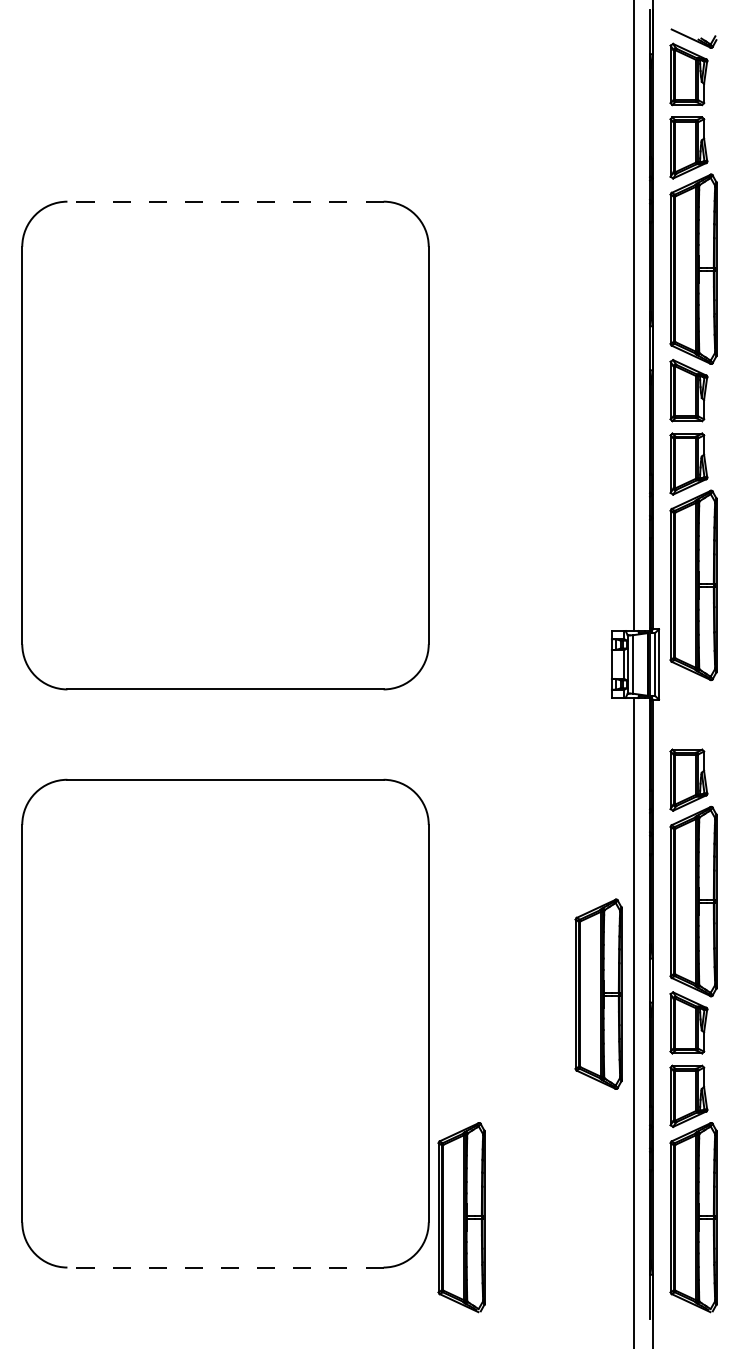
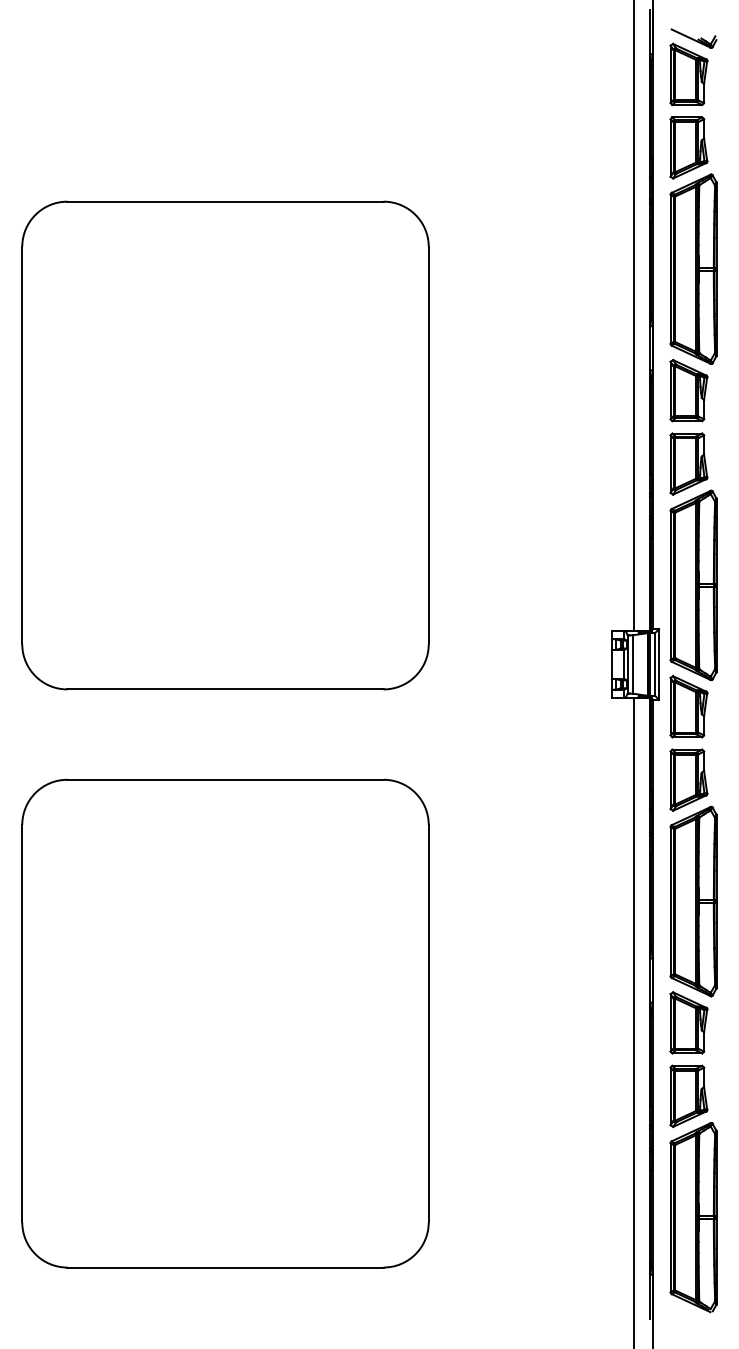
line at (225, 201): dashed -> solid
part at (688, 706): none -> present
part at (598, 993): present -> none
part at (461, 1217): present -> none
line at (225, 1267): dashed -> solid
